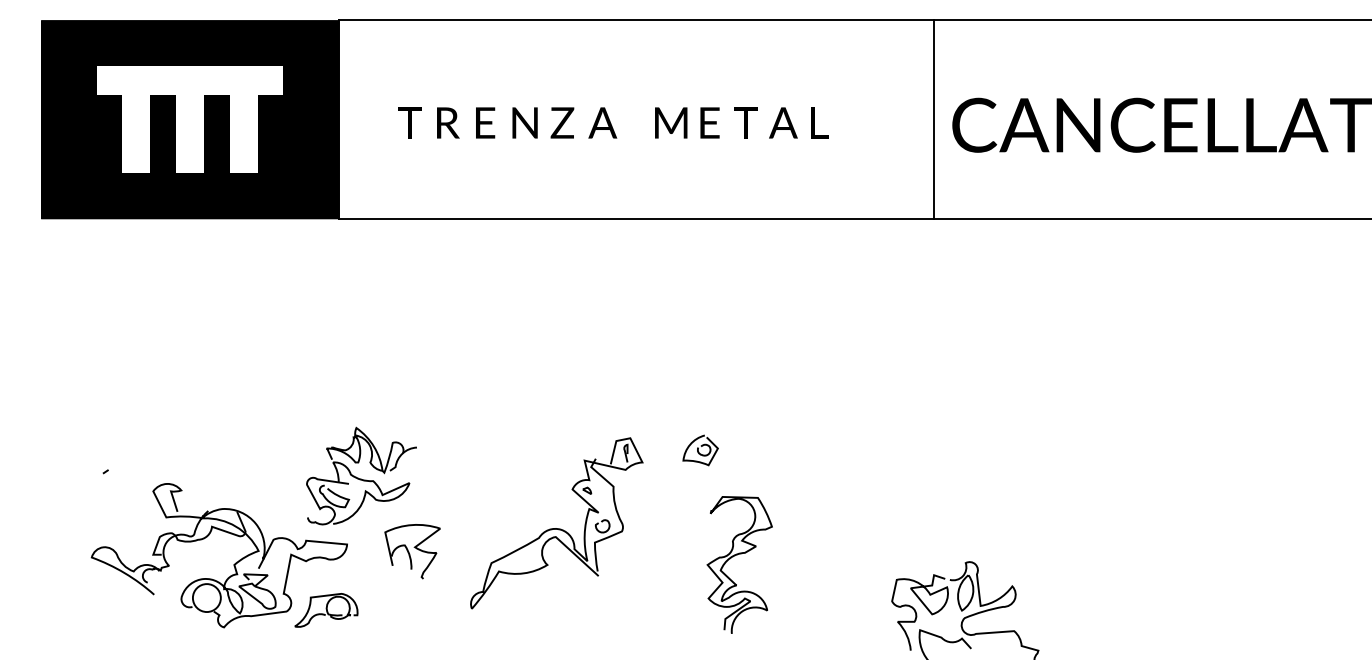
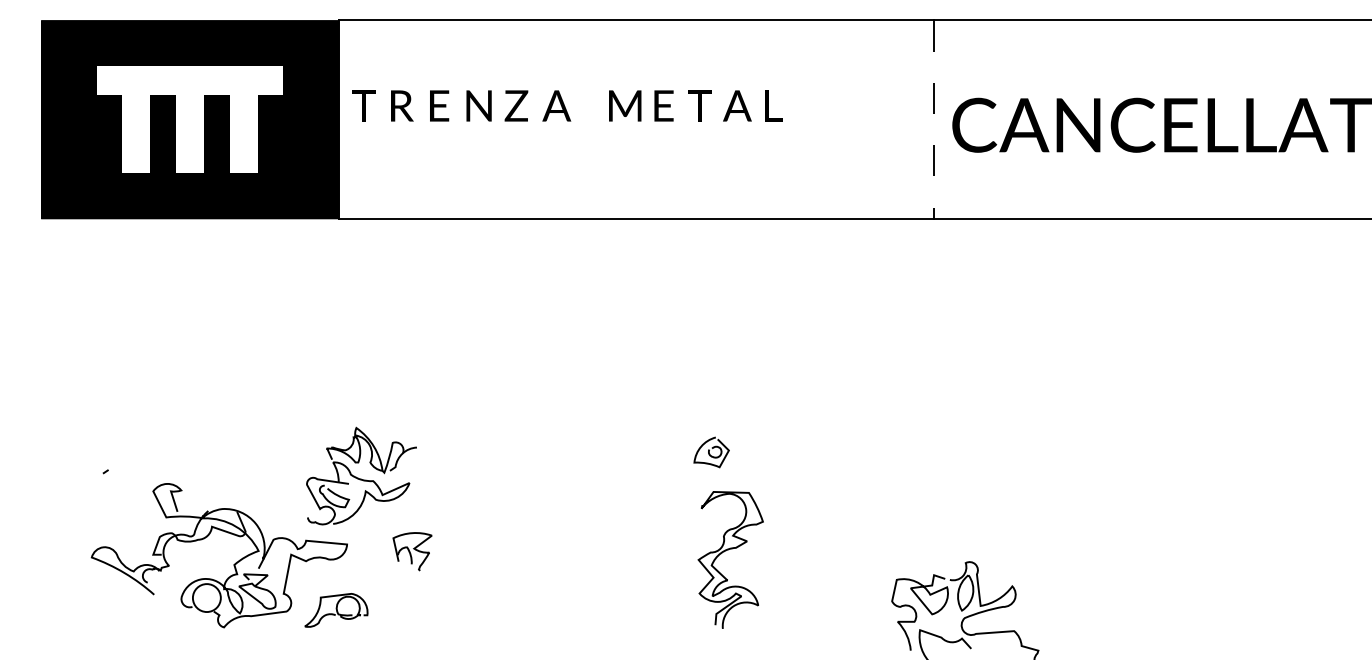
line at (934, 120): solid -> dashed
text at (613, 122) position: (613, 122) -> (567, 105)
part at (700, 450) position: (700, 450) -> (711, 452)
part at (556, 523): present -> none
part at (412, 551) size: 57x56 px -> 41x40 px
part at (737, 555) position: (737, 555) -> (728, 550)
part at (326, 610) position: (326, 610) -> (336, 610)
